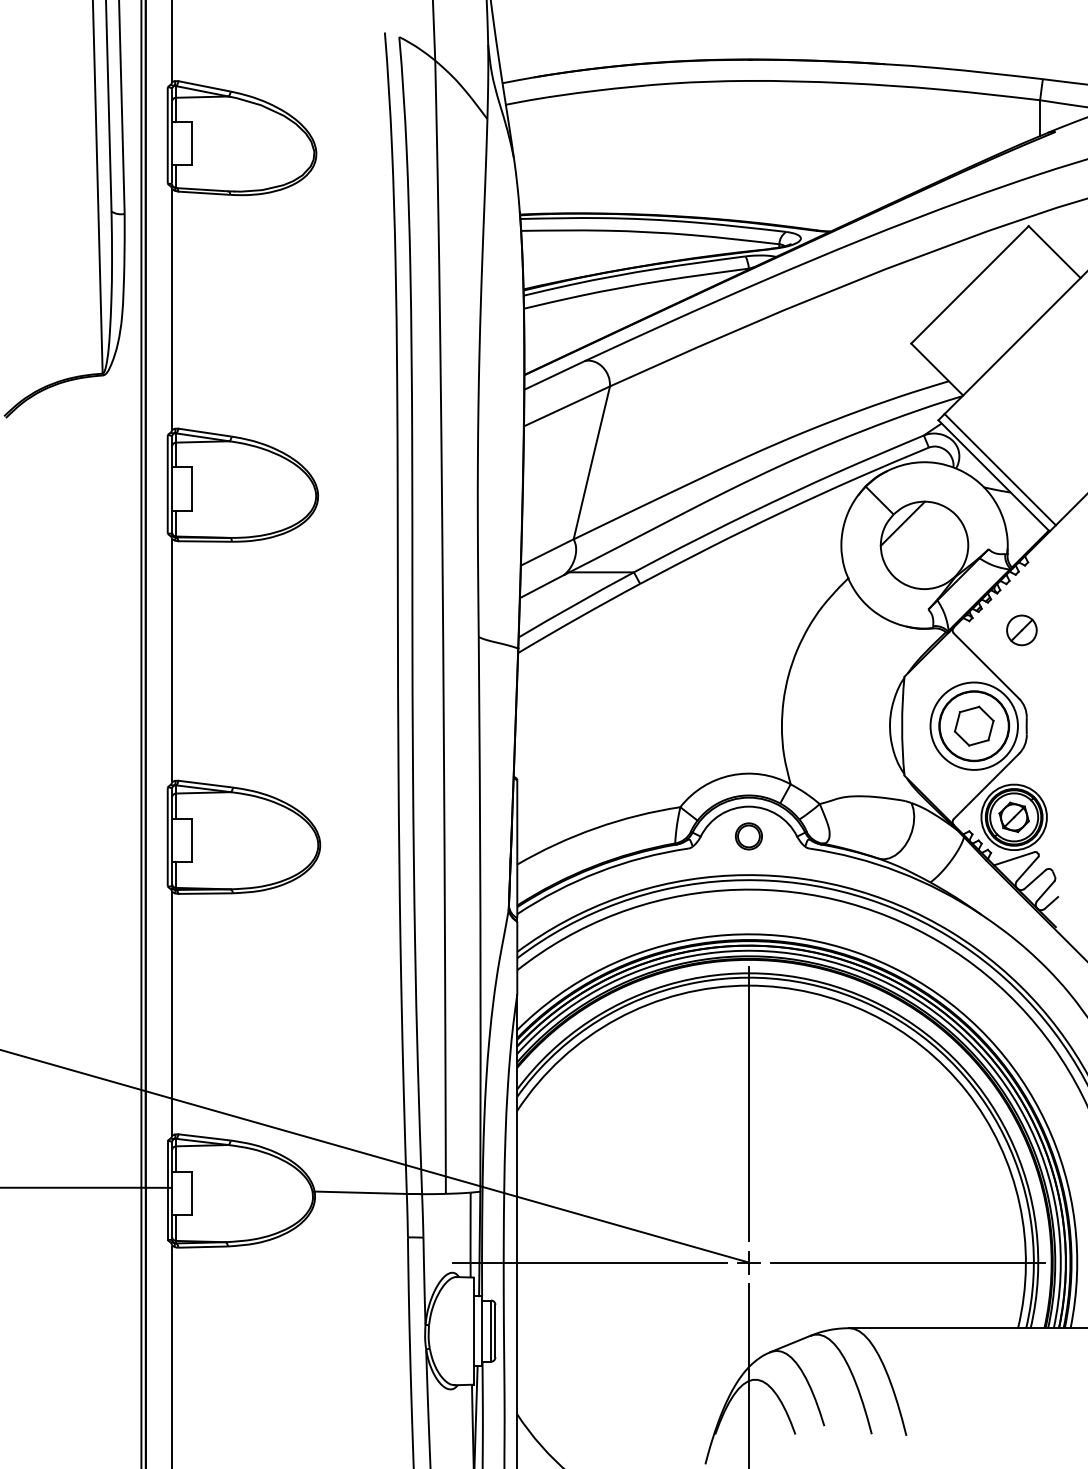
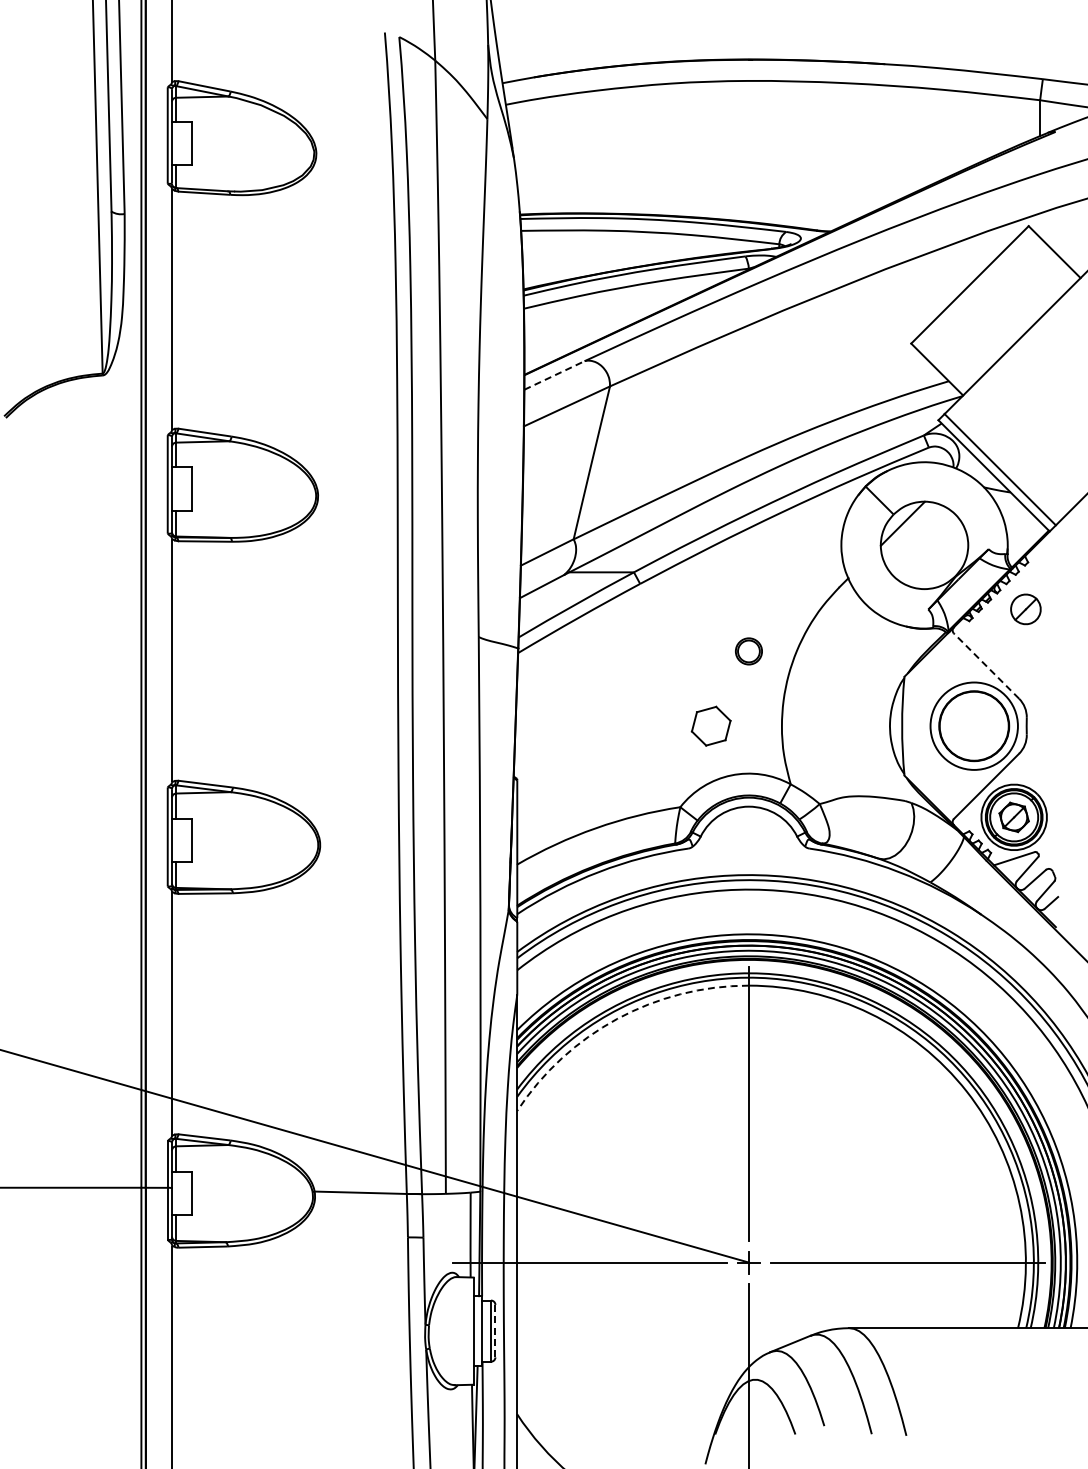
line at (554, 375): solid -> dashed
part at (1021, 630) position: (1021, 630) -> (1025, 609)
line at (986, 665): solid -> dashed
part at (973, 725) position: (973, 725) -> (710, 725)
part at (748, 836) position: (748, 836) -> (748, 651)
arc at (617, 1018): solid -> dashed
line at (495, 1331): solid -> dashed
